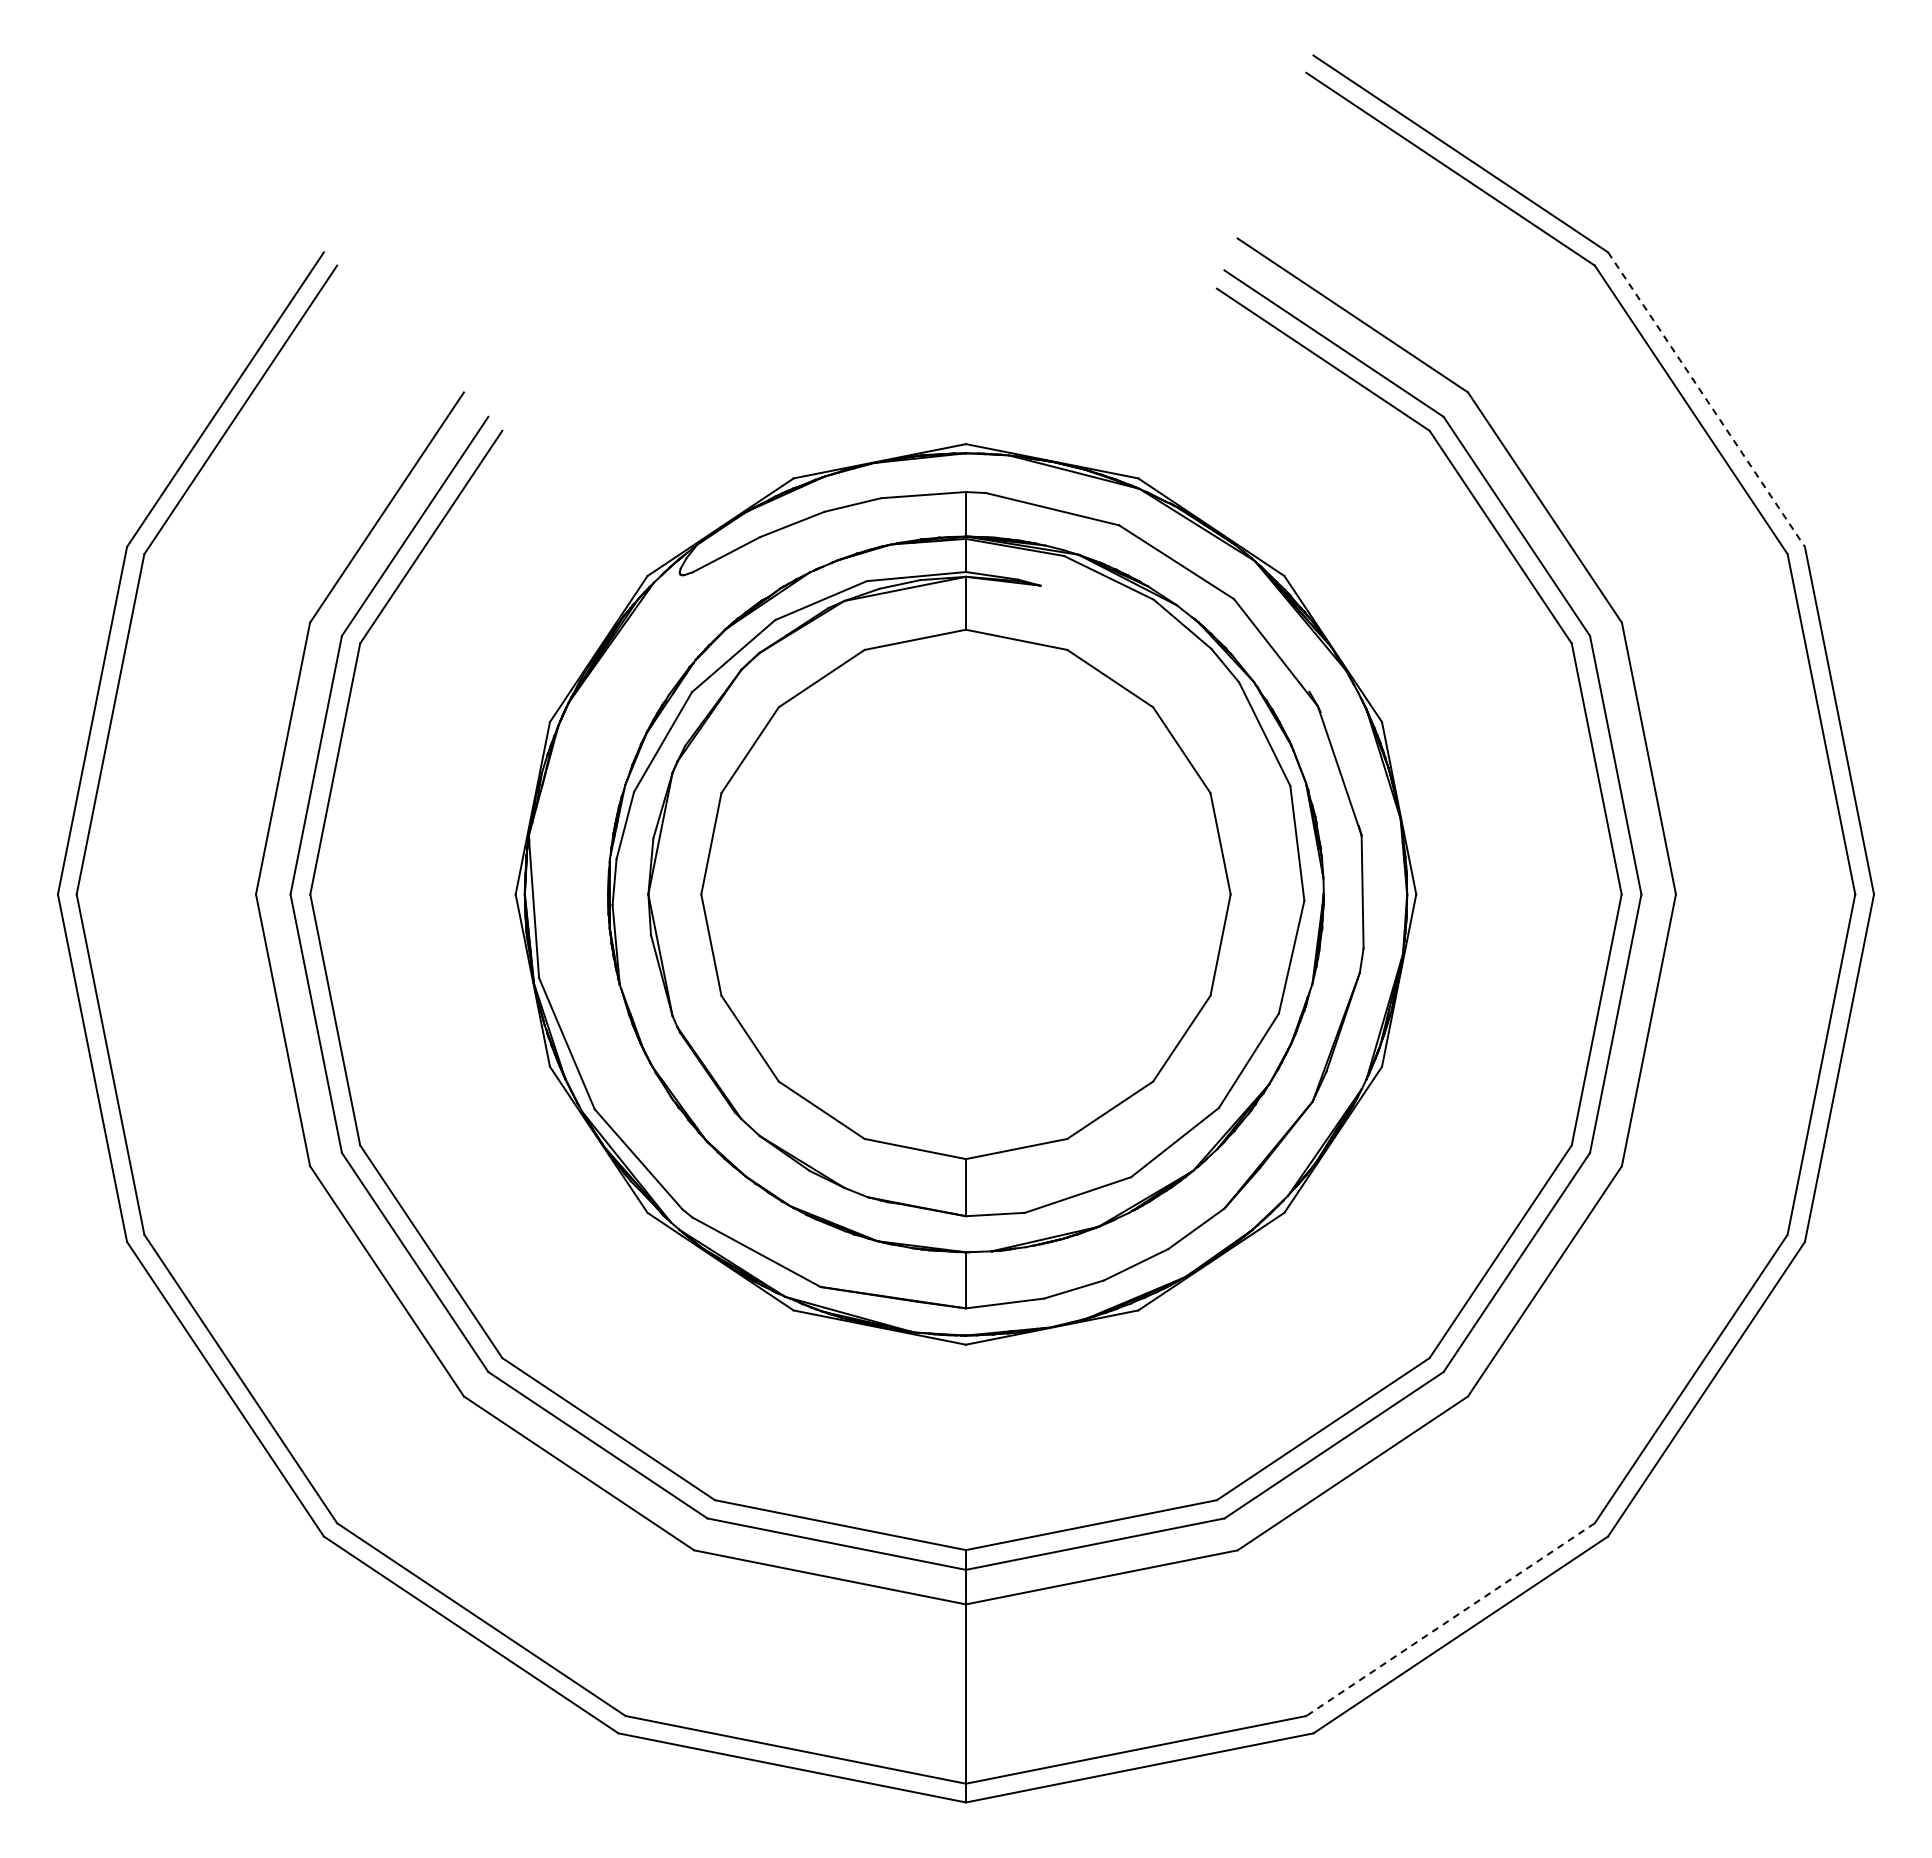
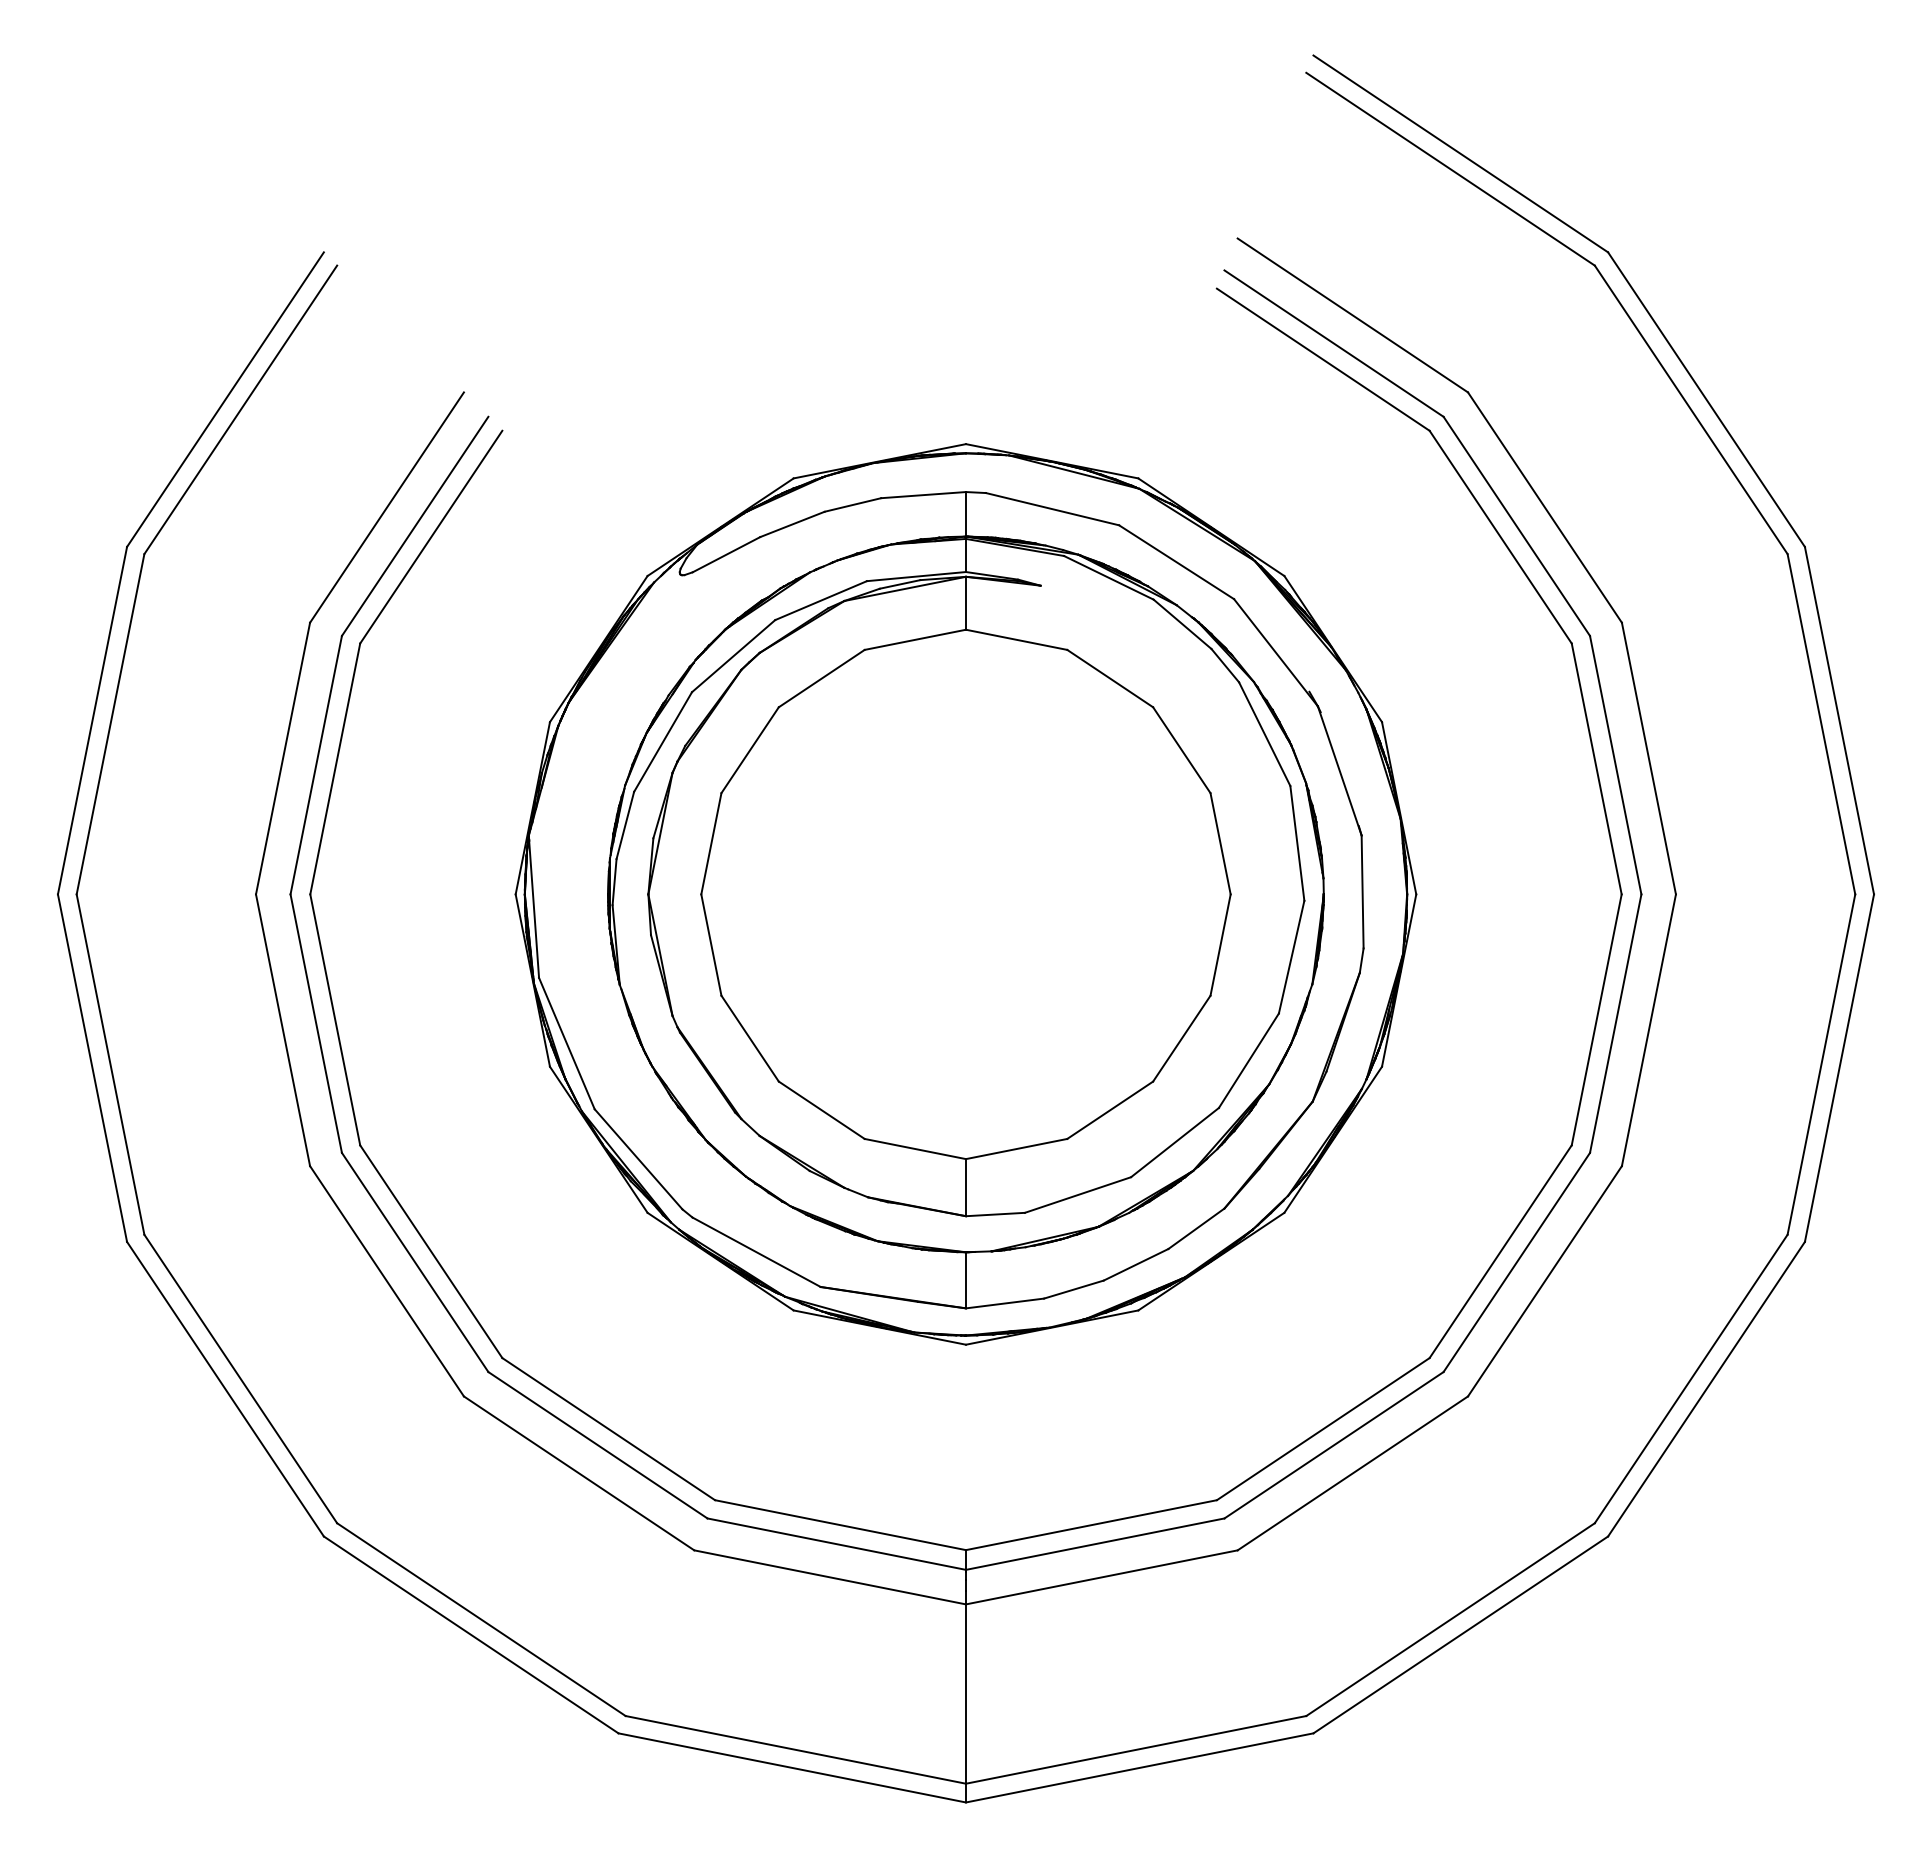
line at (1706, 400): dashed -> solid
line at (1450, 1619): dashed -> solid
